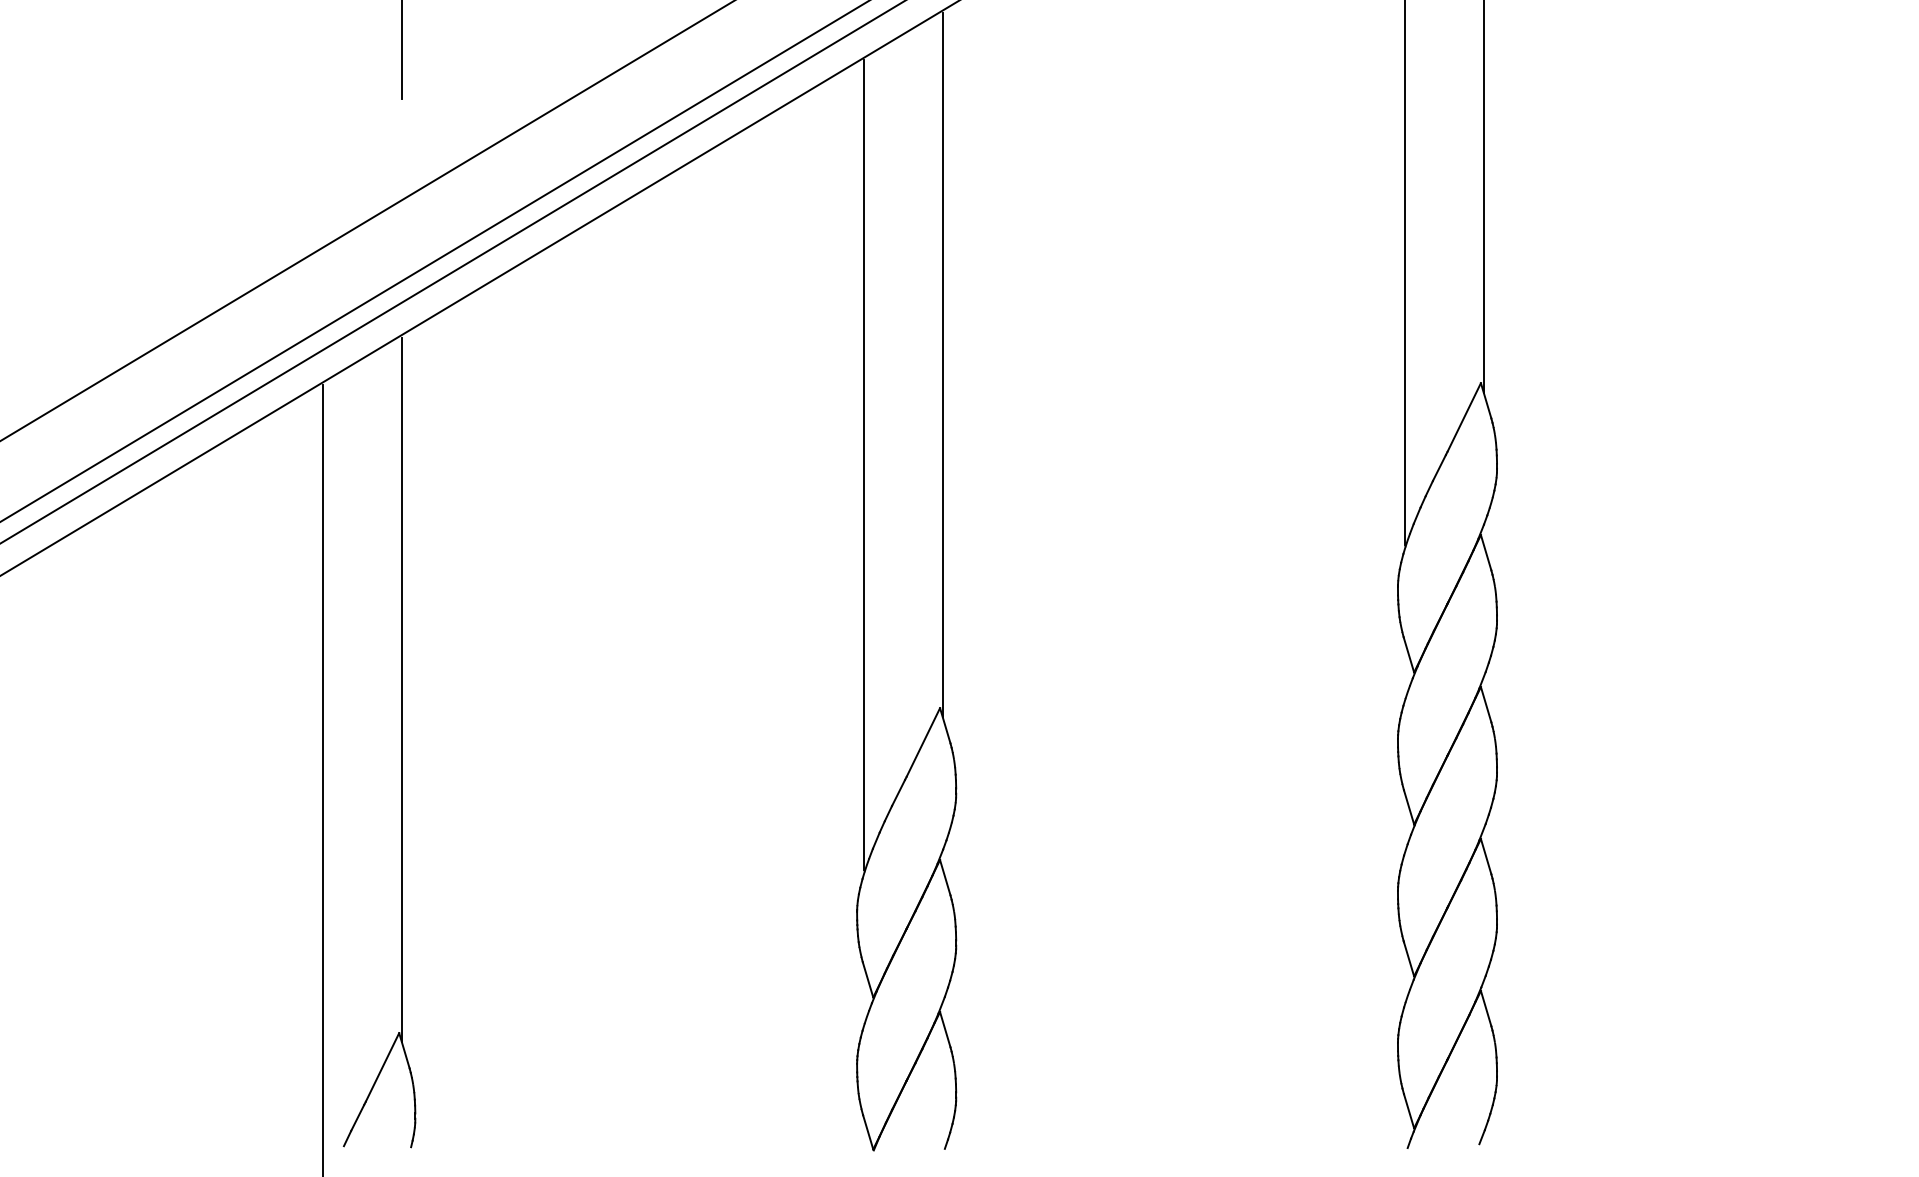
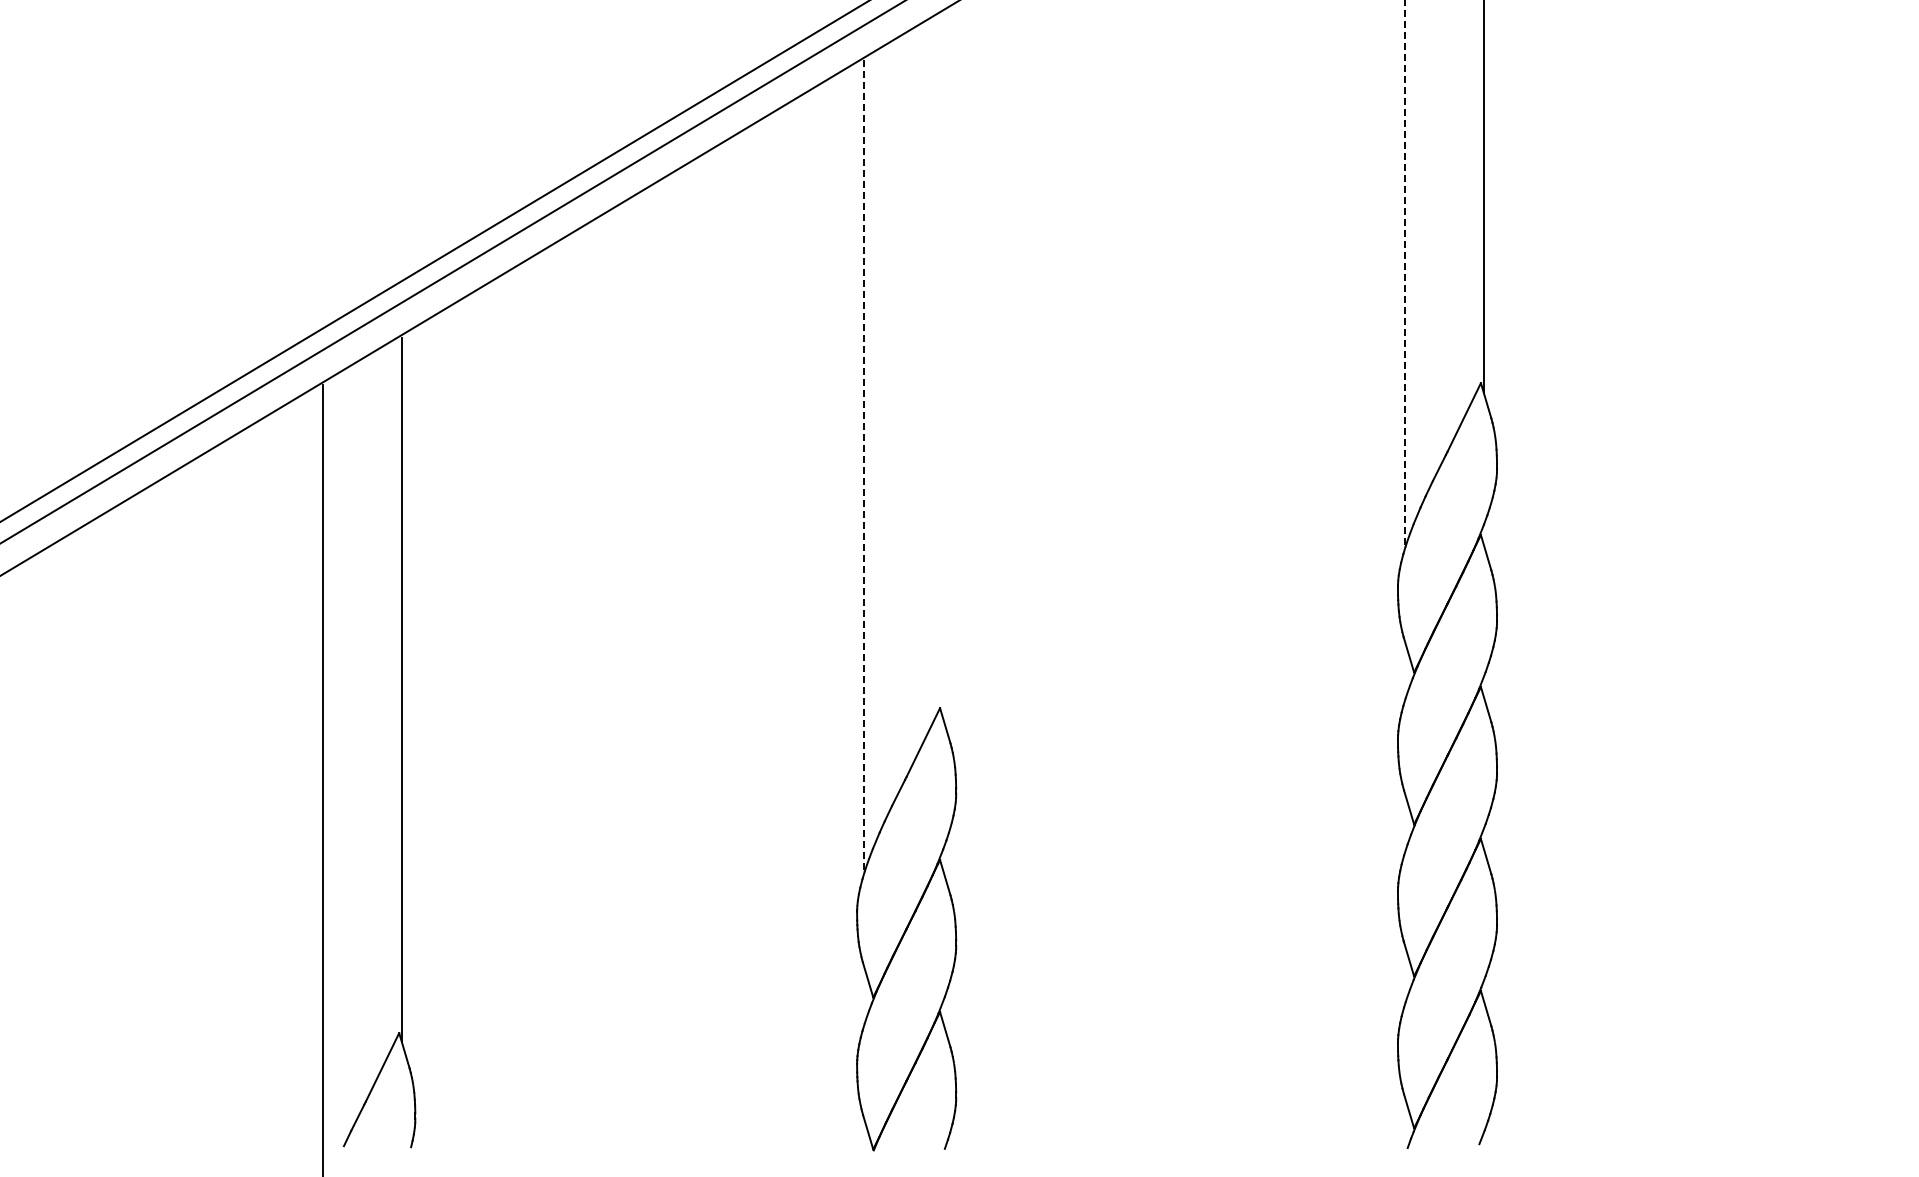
line at (401, 50): present -> none
line at (366, 221): present -> none
line at (1405, 272): solid -> dashed
line at (942, 364): present -> none
line at (864, 464): solid -> dashed
